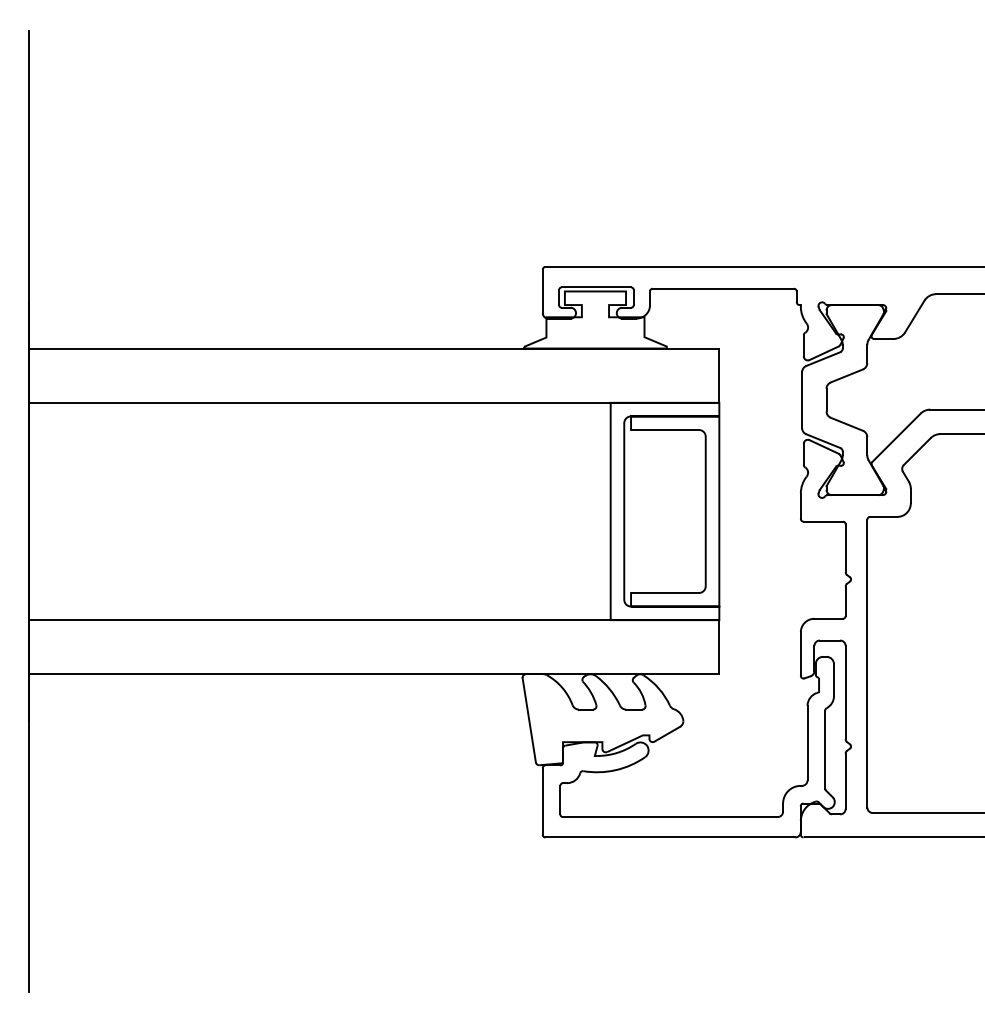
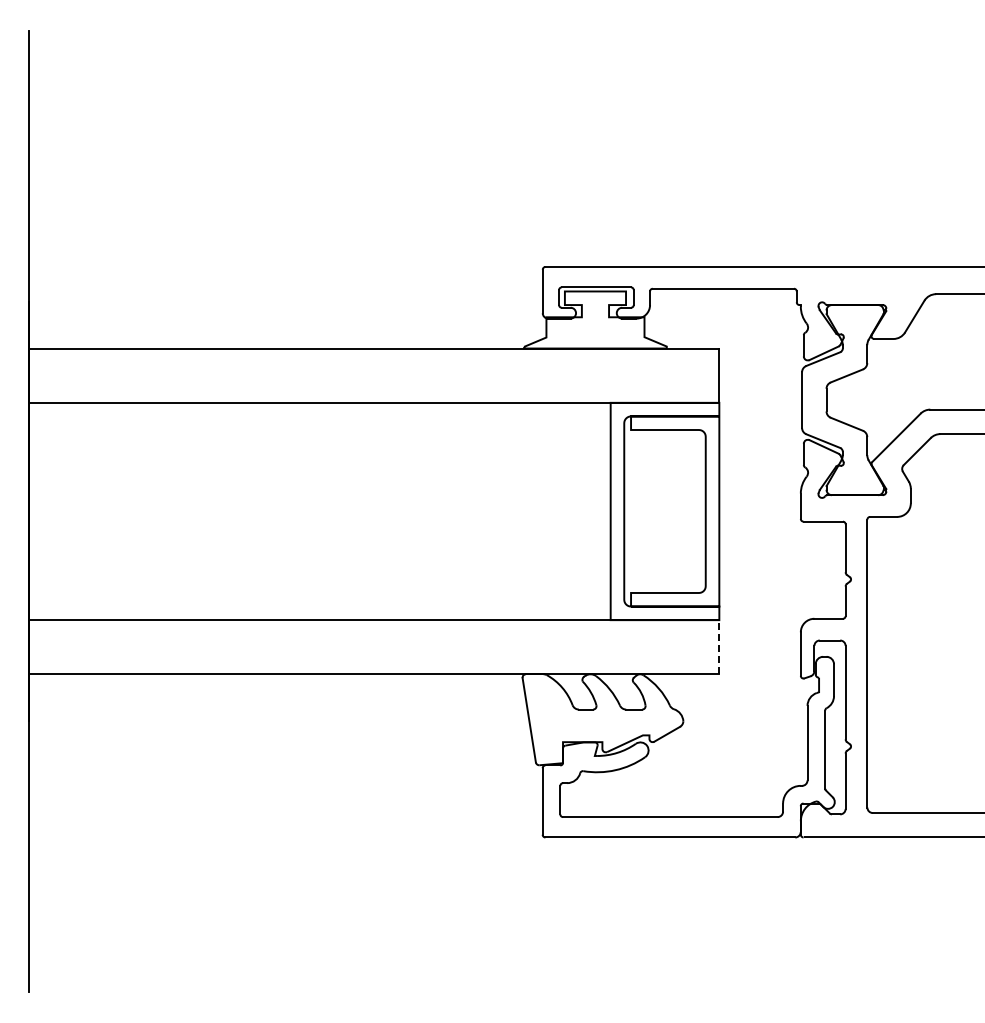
line at (719, 646): solid -> dashed
